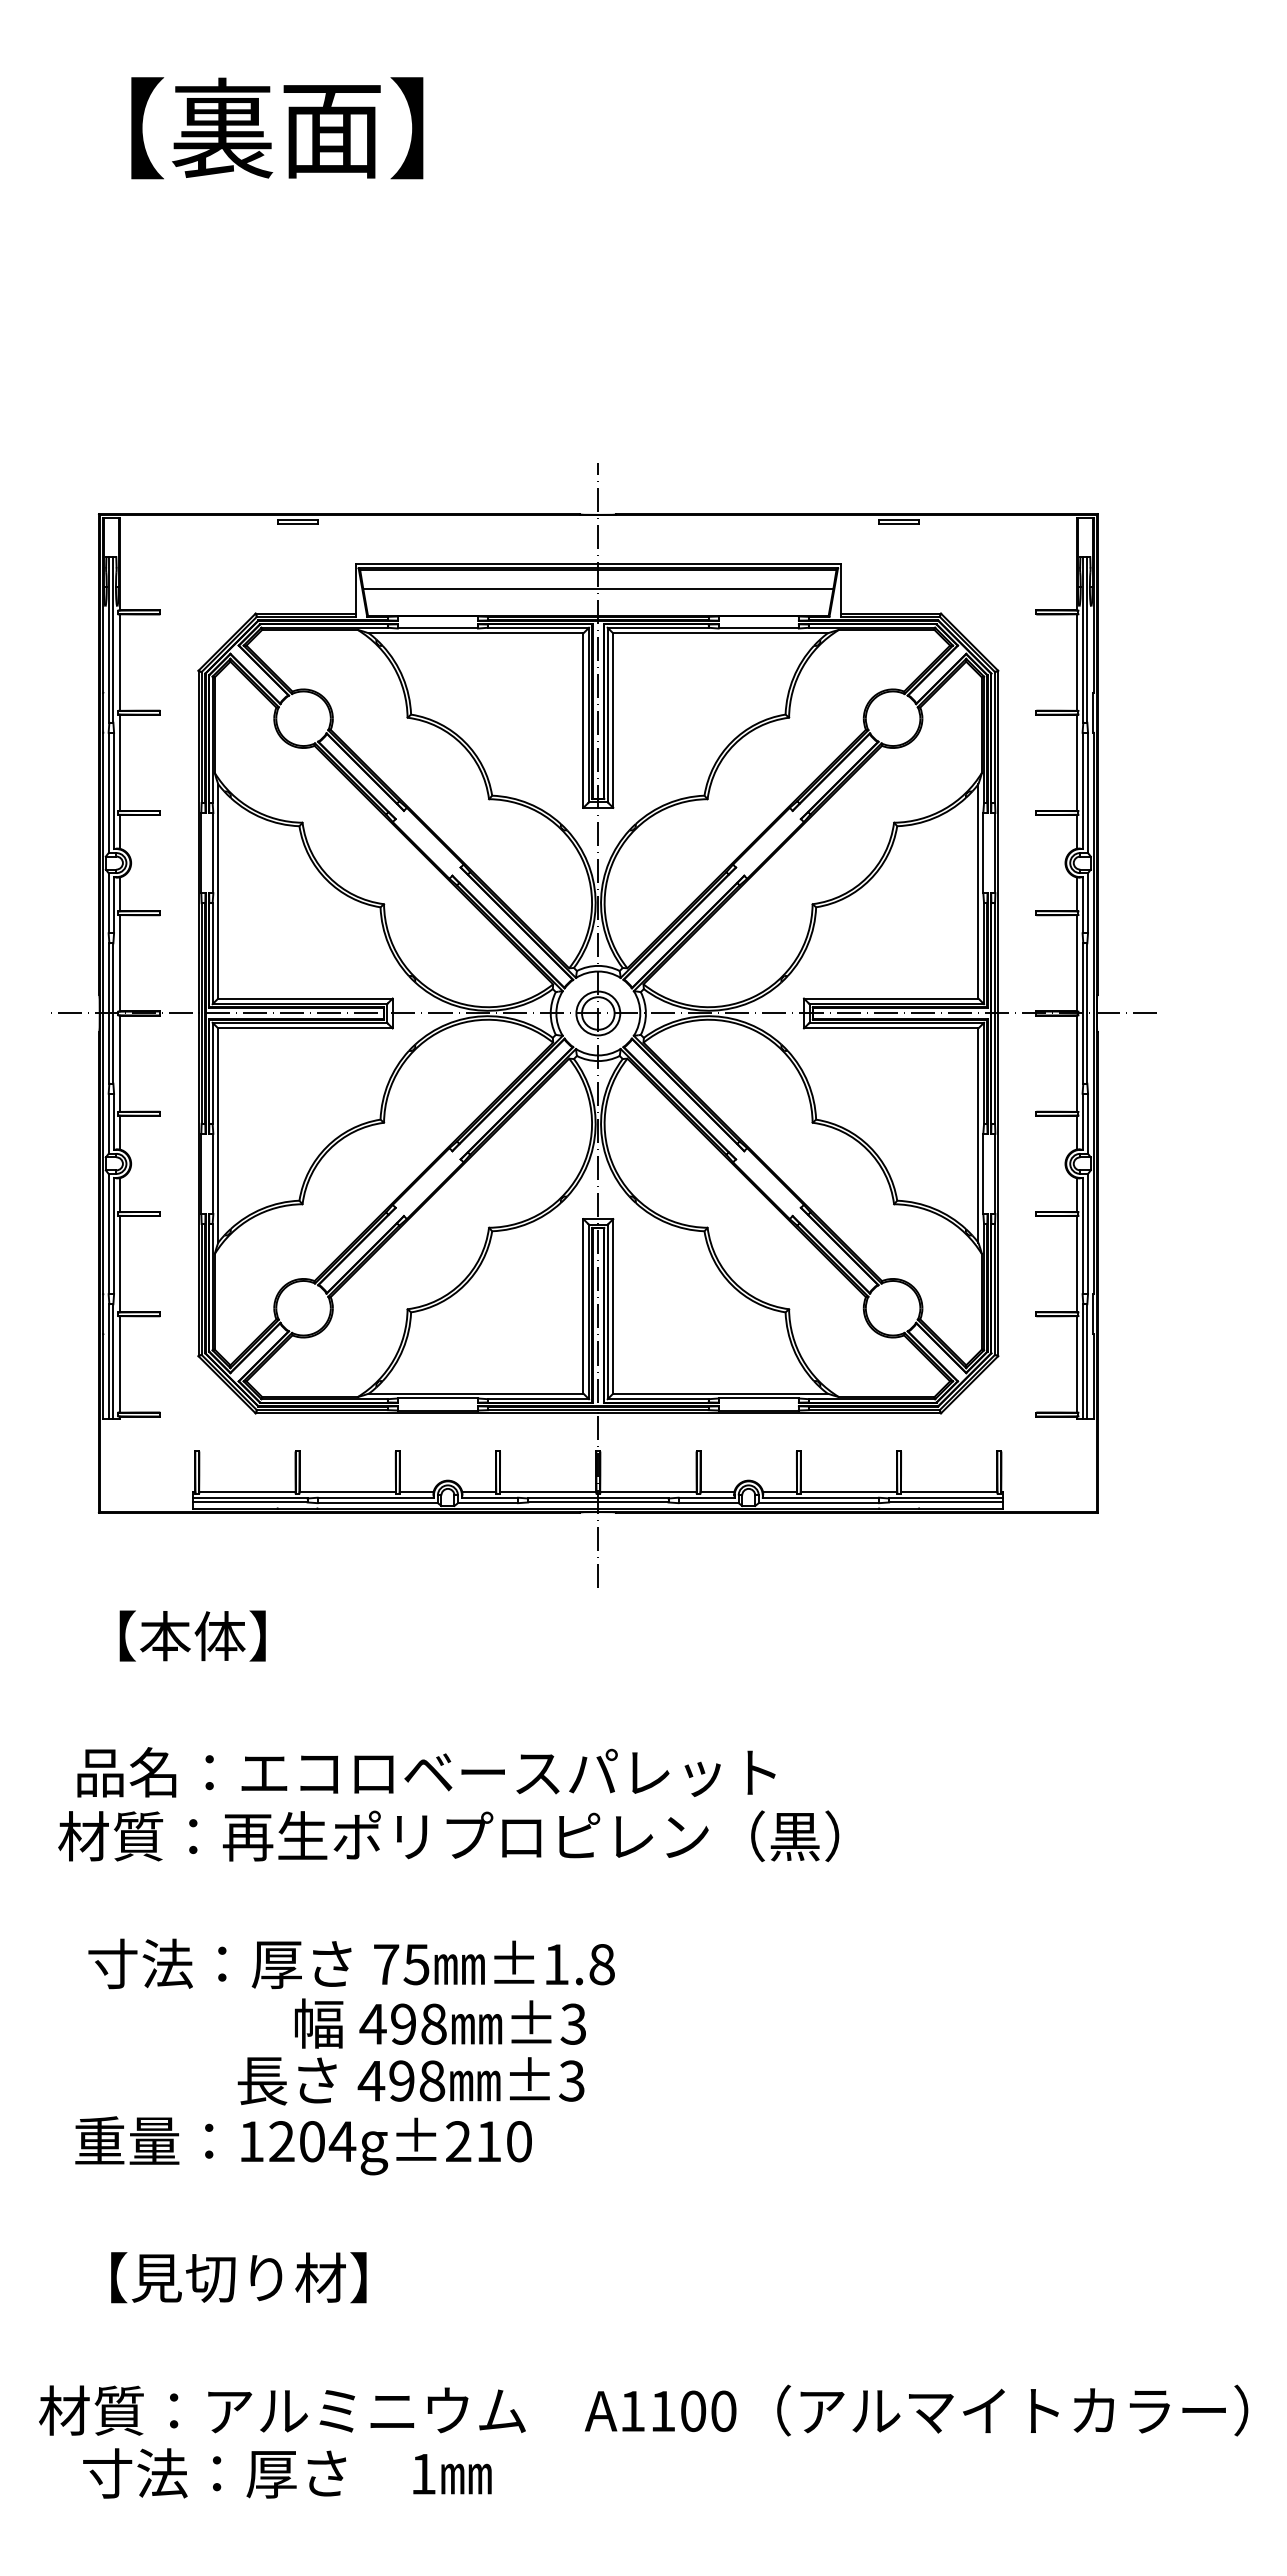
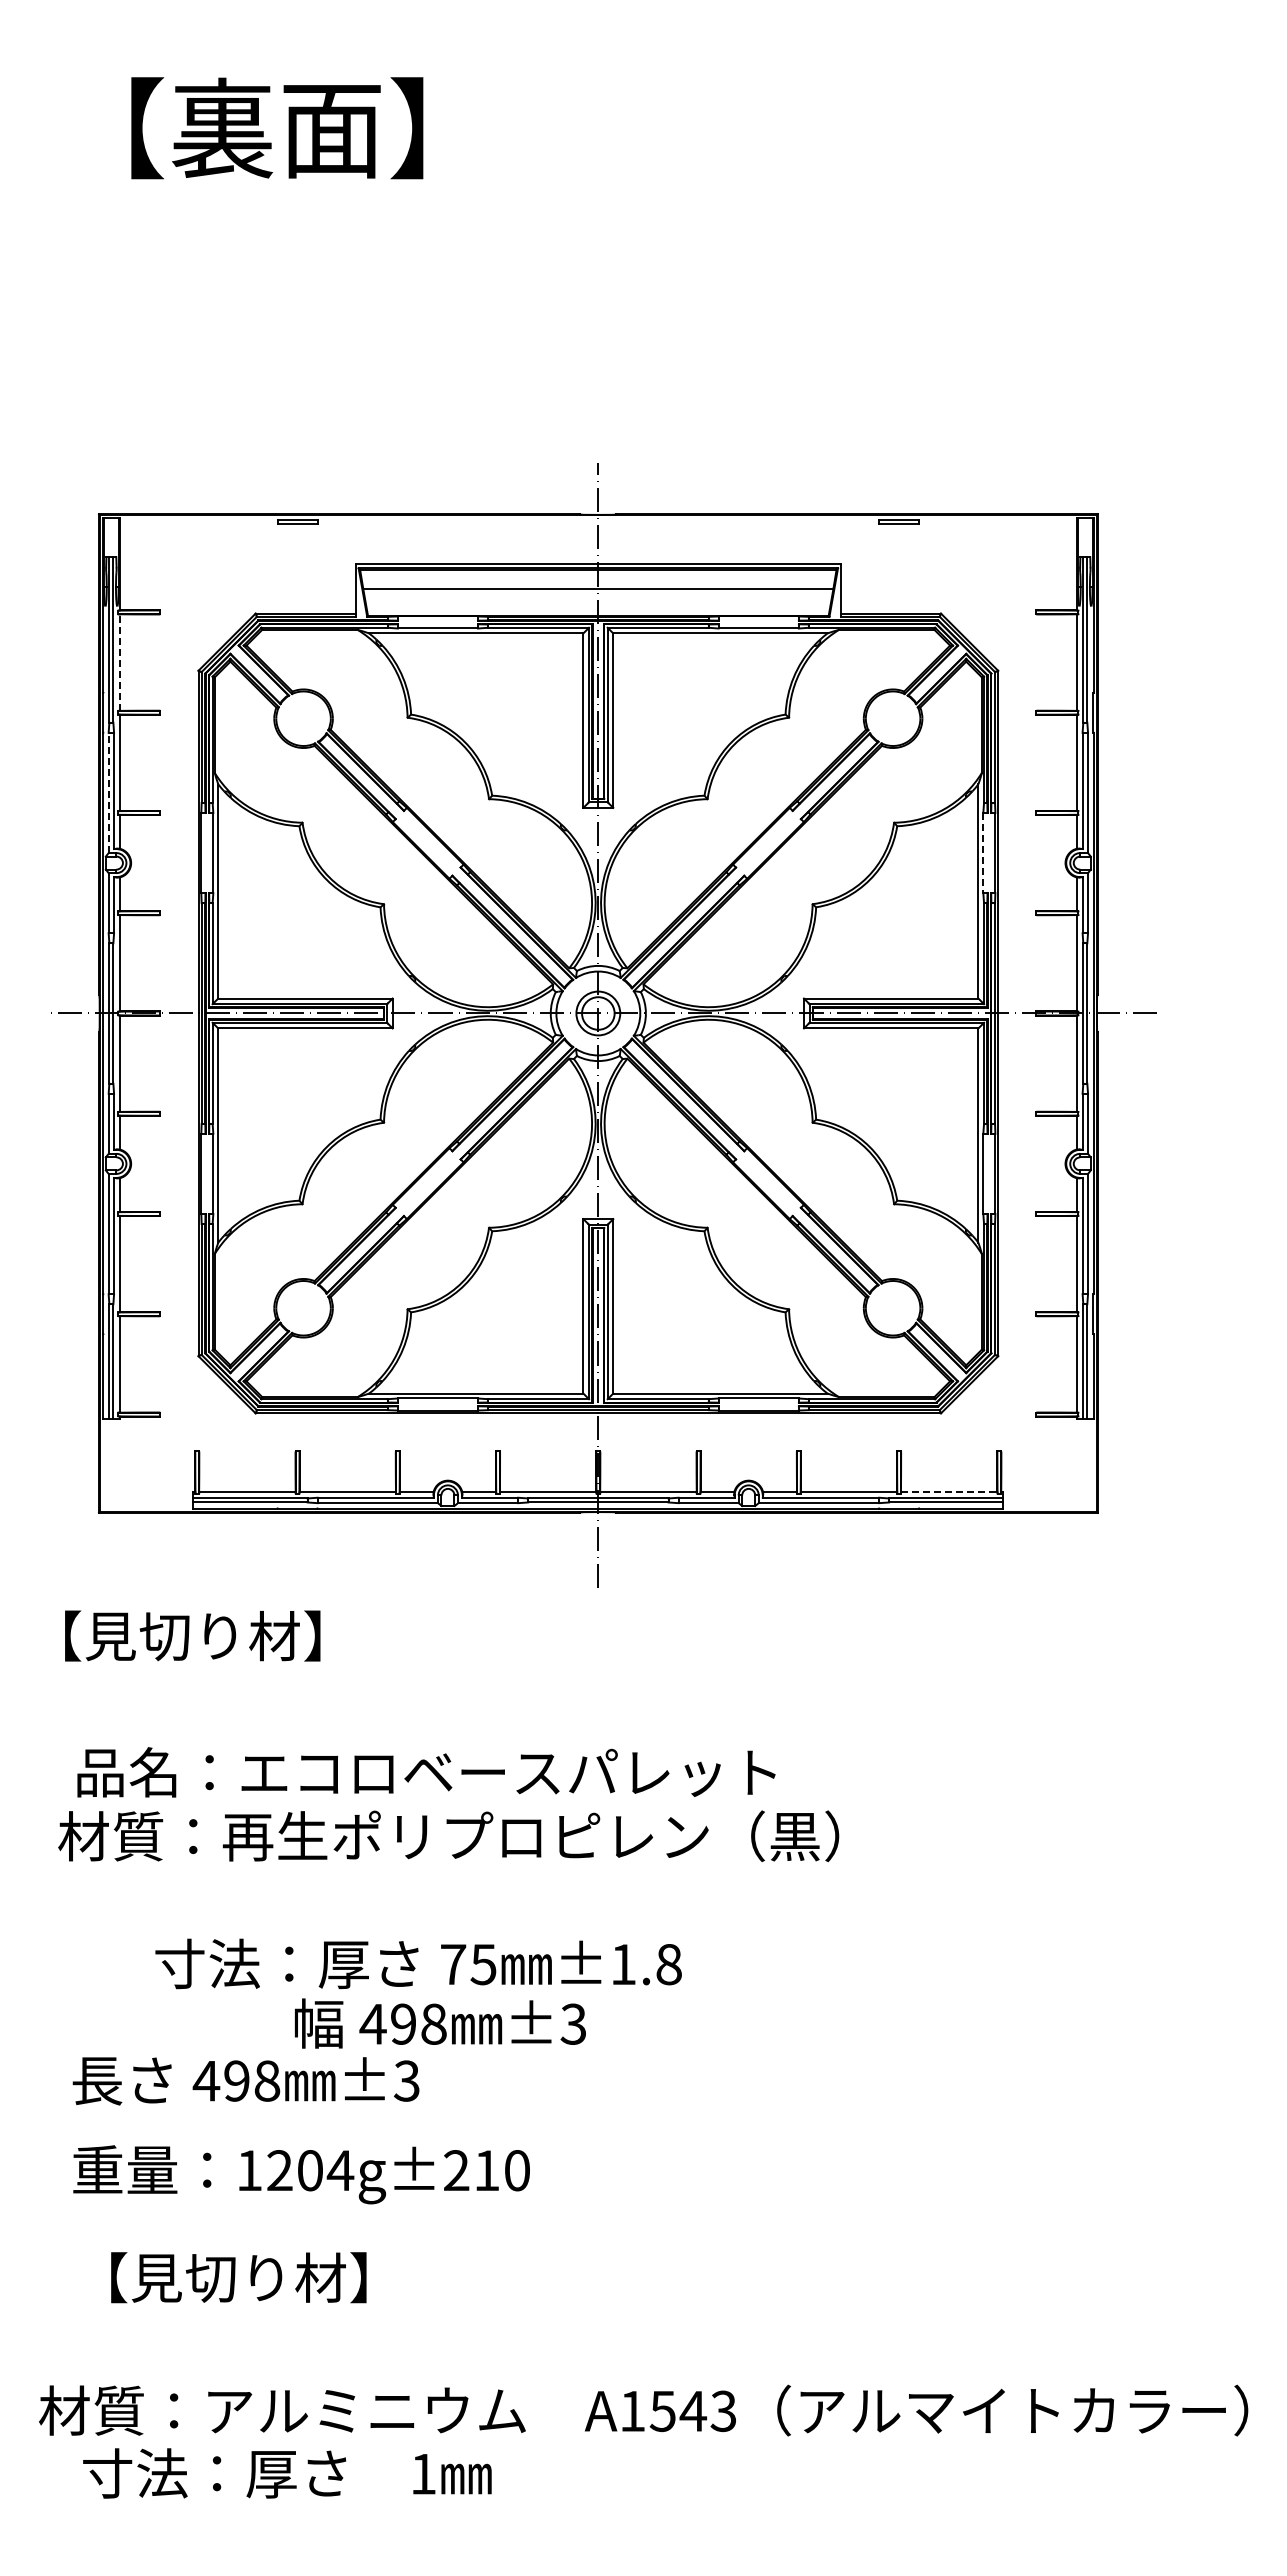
line at (119, 662): solid -> dashed
line at (108, 792): solid -> dashed
line at (983, 853): solid -> dashed
line at (949, 1492): solid -> dashed
text at (192, 1635): 【本体】 -> 【見切り材】
text at (351, 1963) position: (351, 1963) -> (418, 1963)
text at (410, 2081) position: (410, 2081) -> (245, 2081)
text at (303, 2145) position: (303, 2145) -> (301, 2174)
text at (692, 2411): A1100 -> A1543
